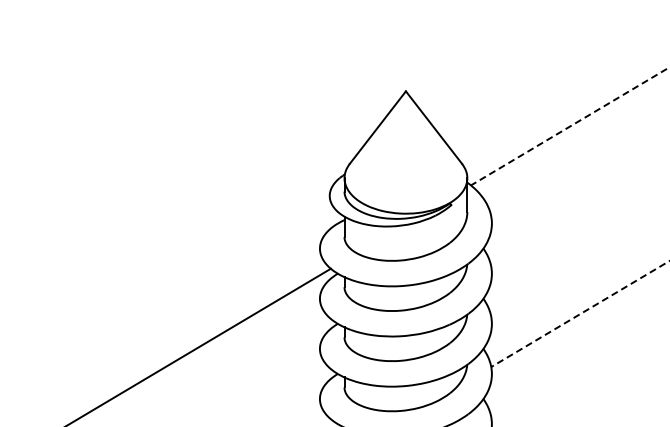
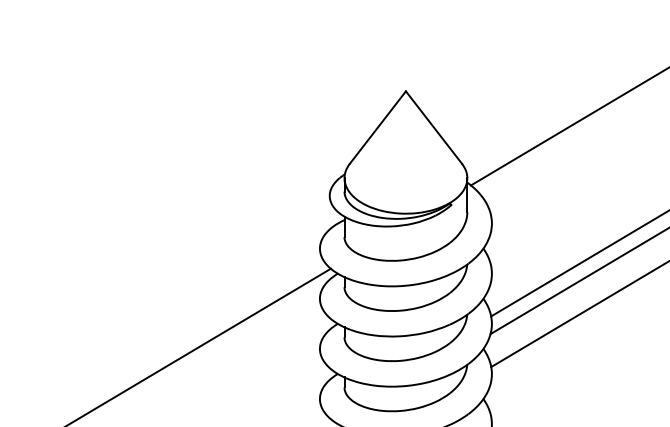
line at (569, 126): dashed -> solid
line at (578, 264): none -> present
line at (578, 281): none -> present
line at (580, 313): dashed -> solid
